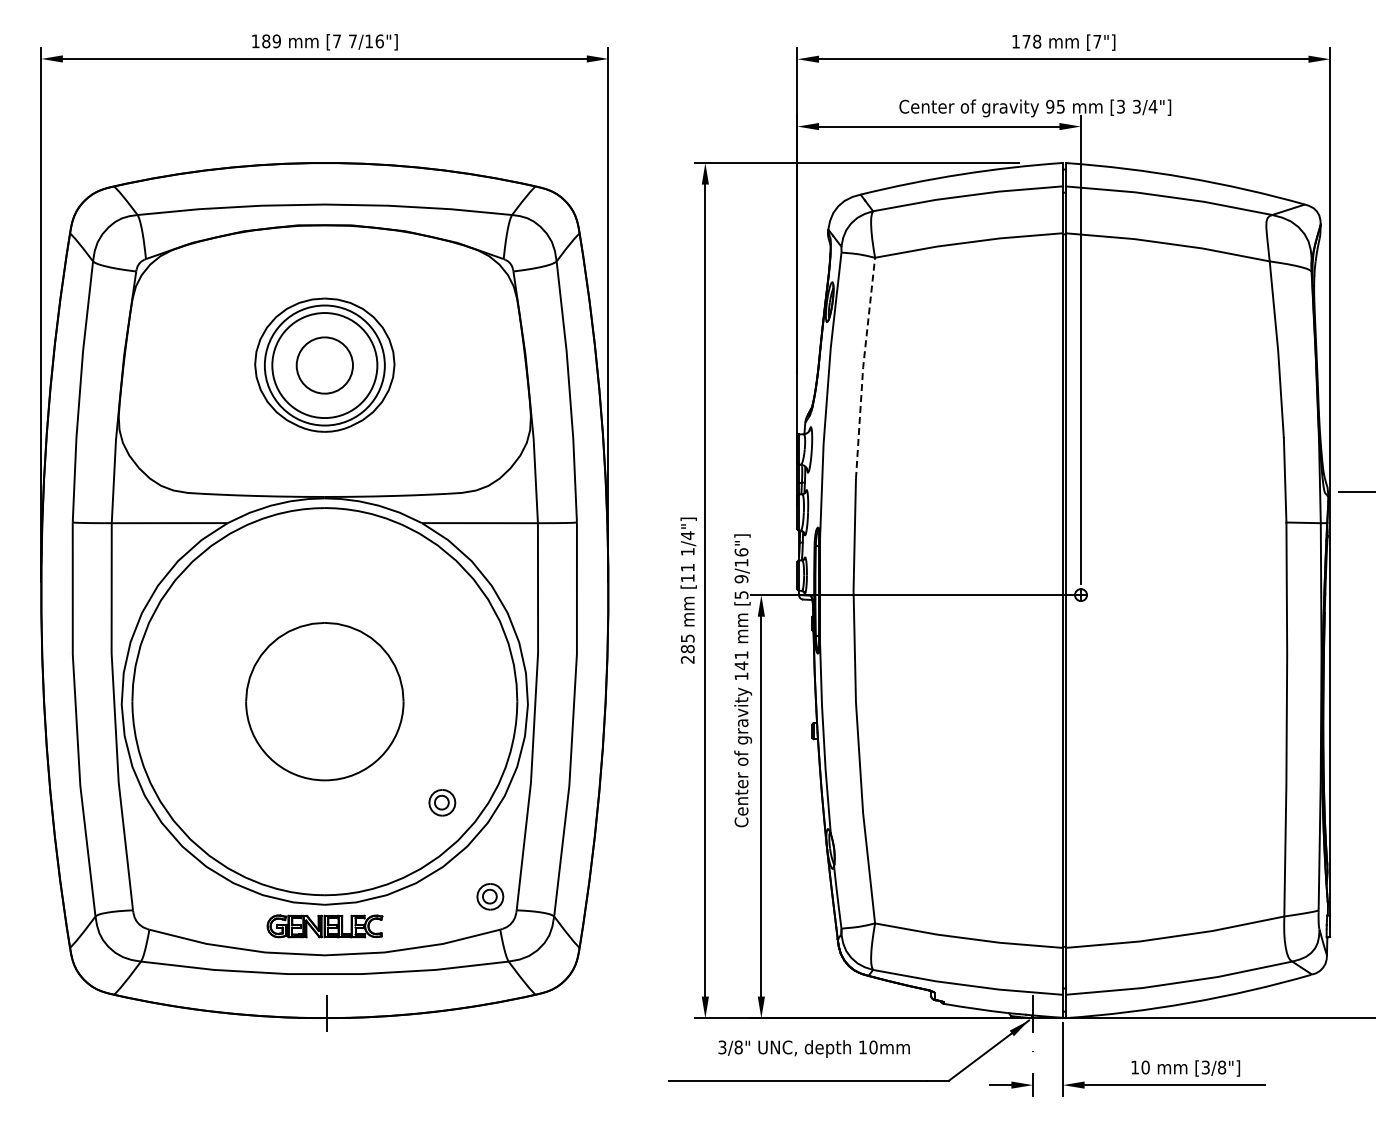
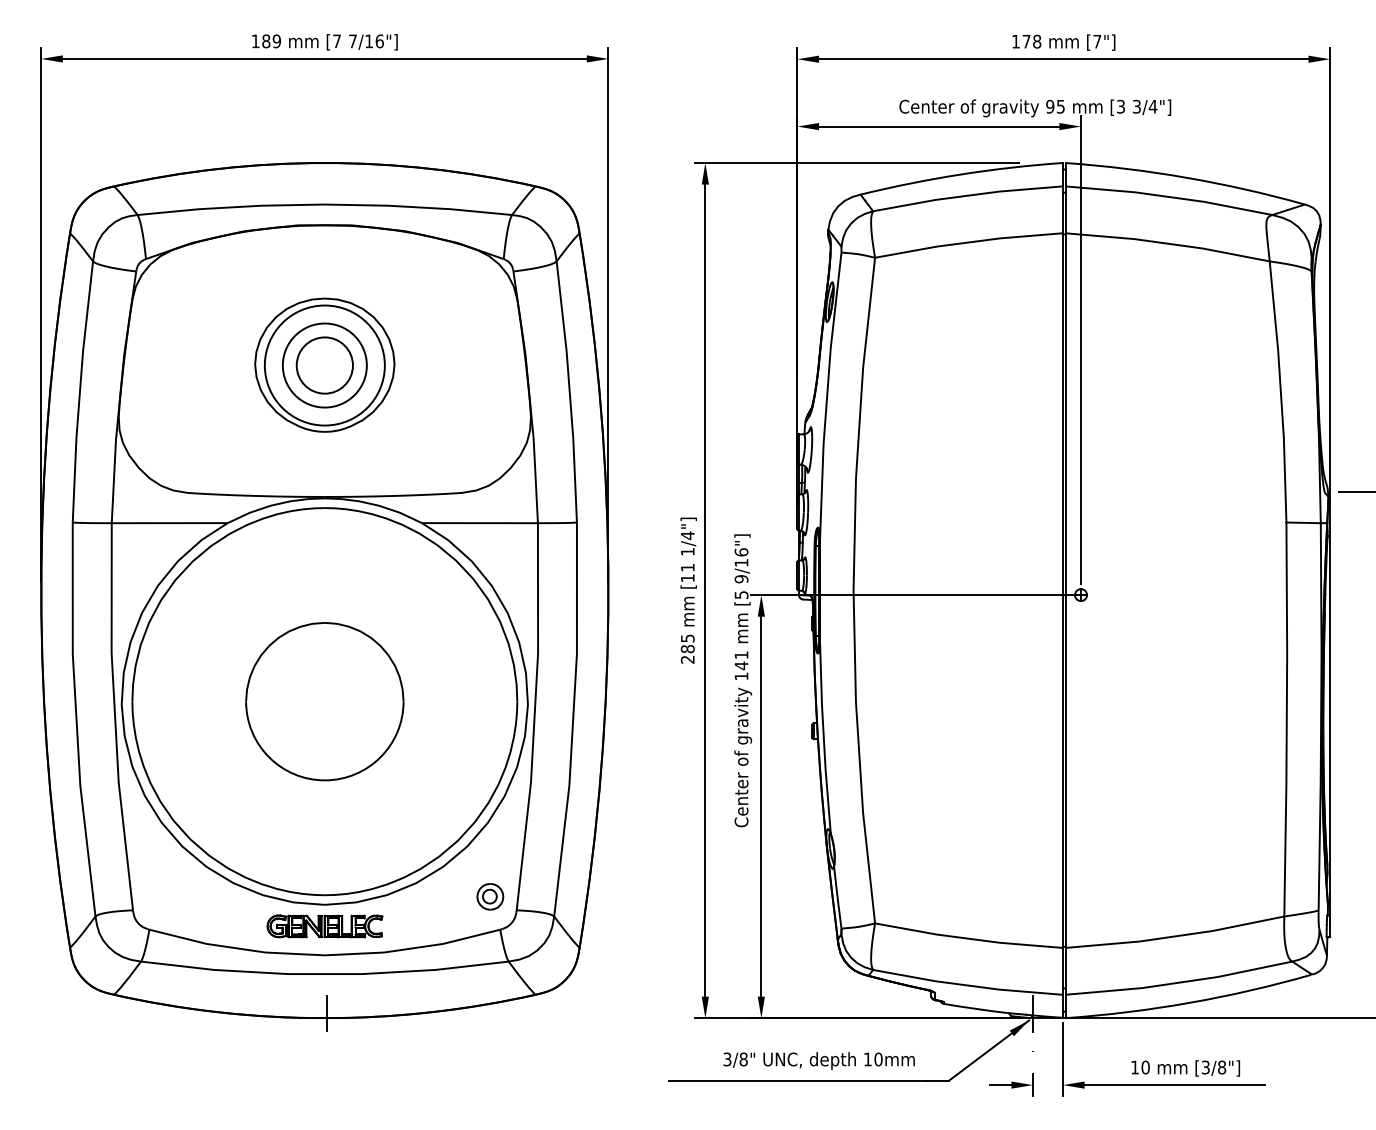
circle at (324, 365) diameter: 105 px -> 84 px
line at (863, 367): dashed -> solid
part at (442, 802): present -> none
text at (813, 1048) position: (813, 1048) -> (818, 1060)
